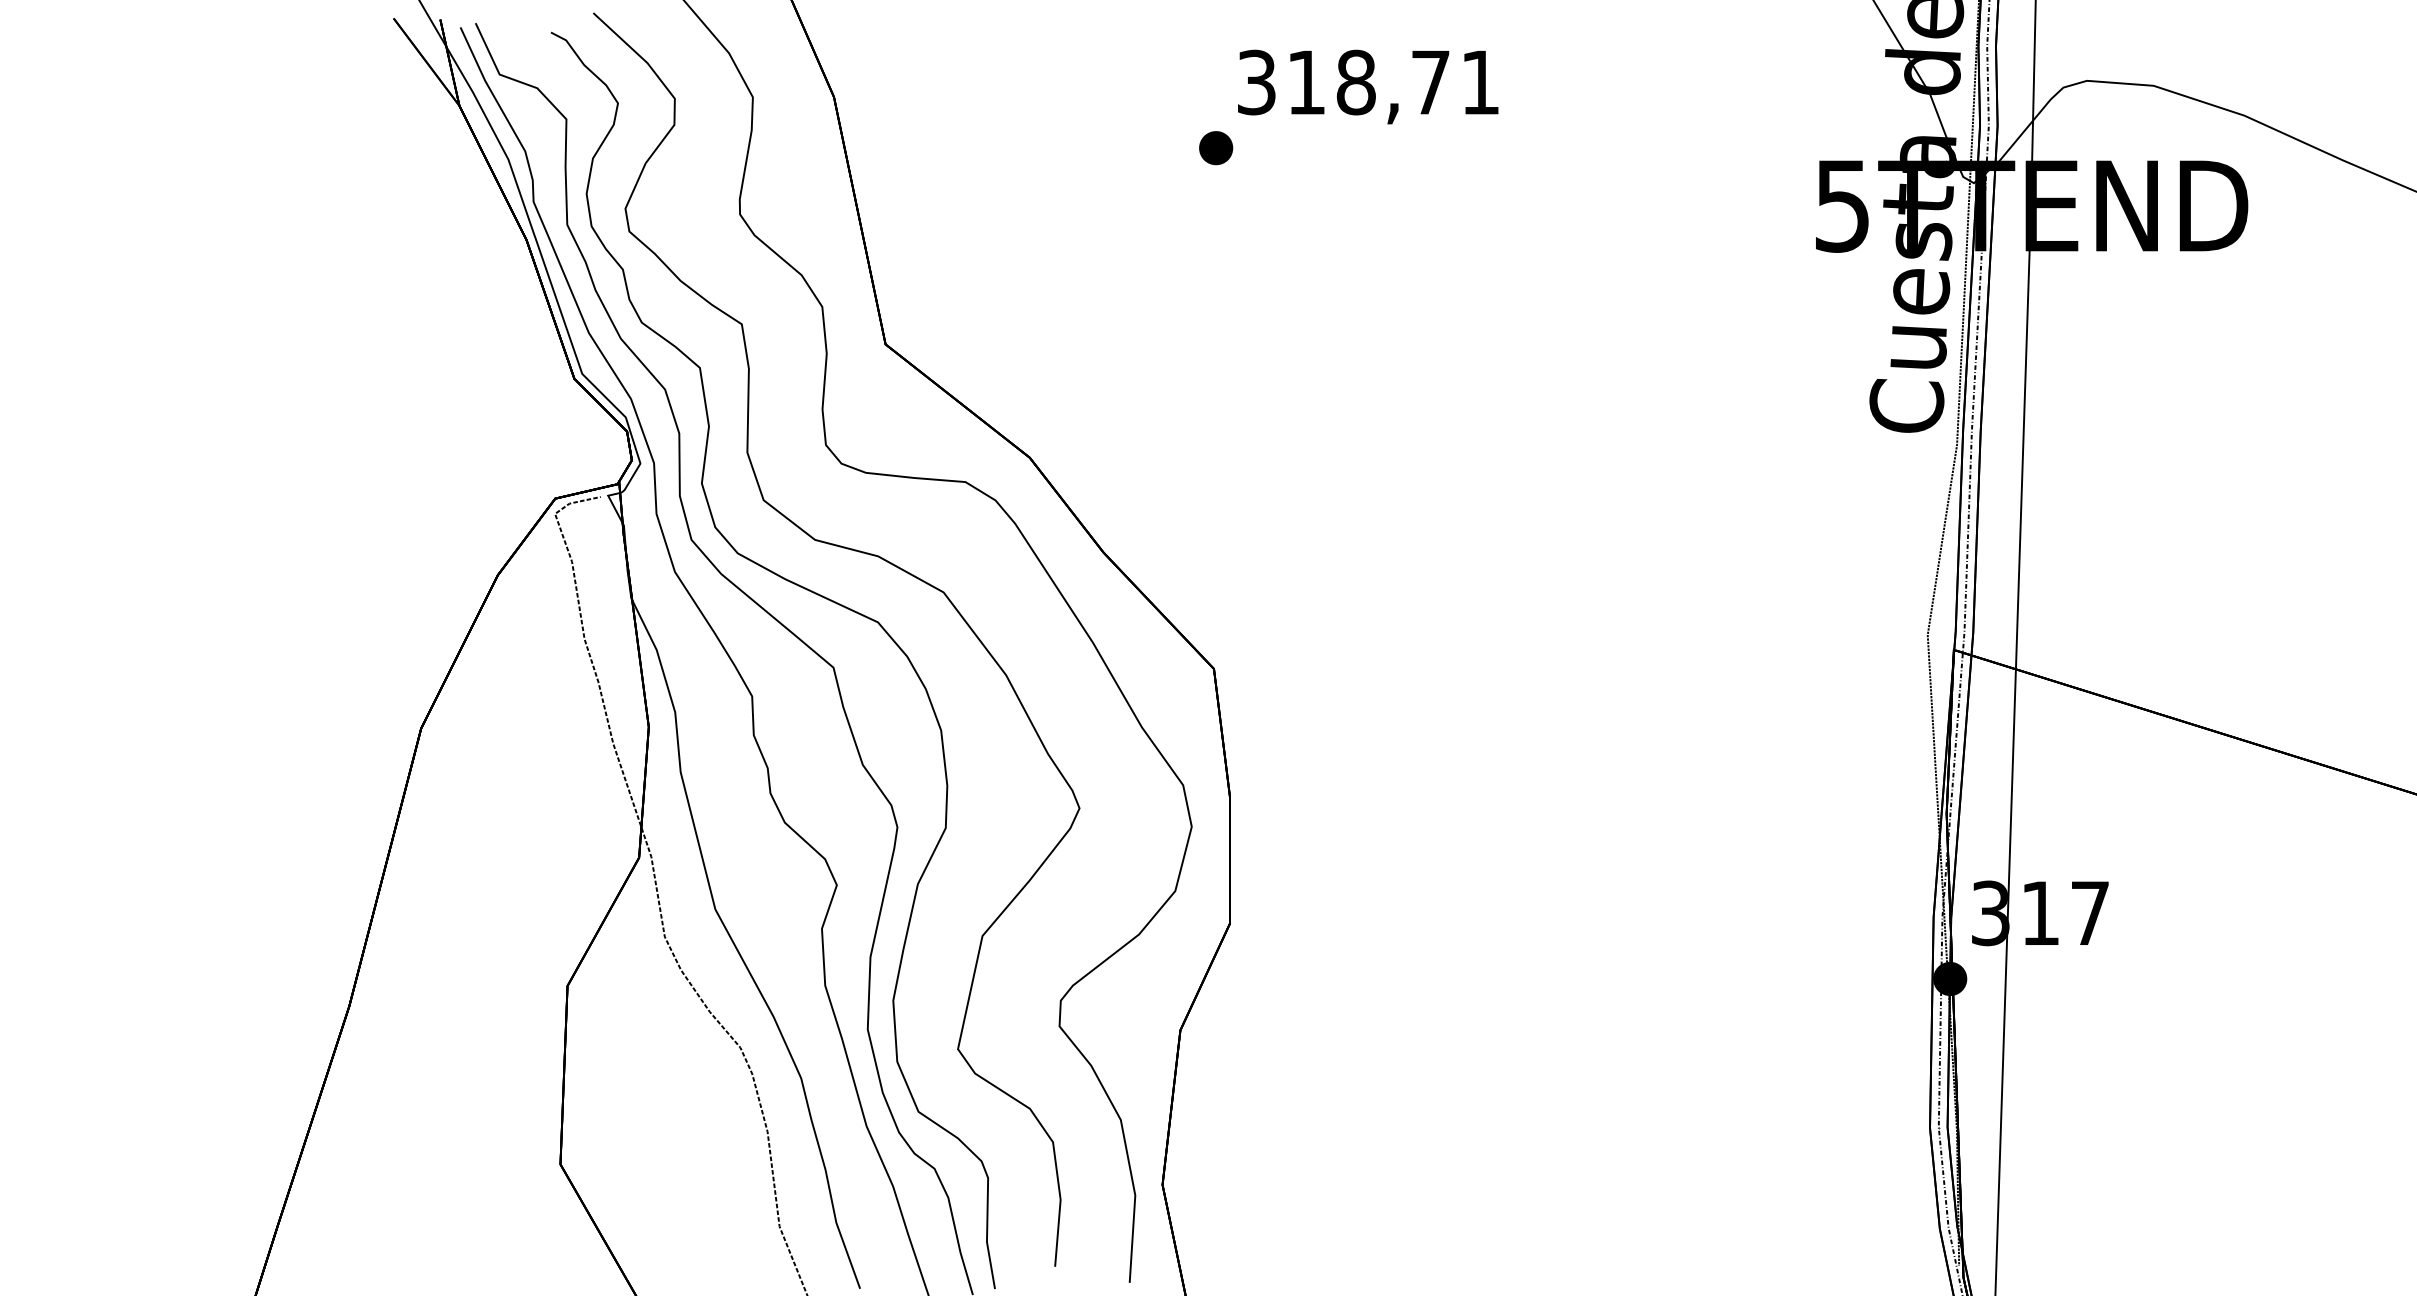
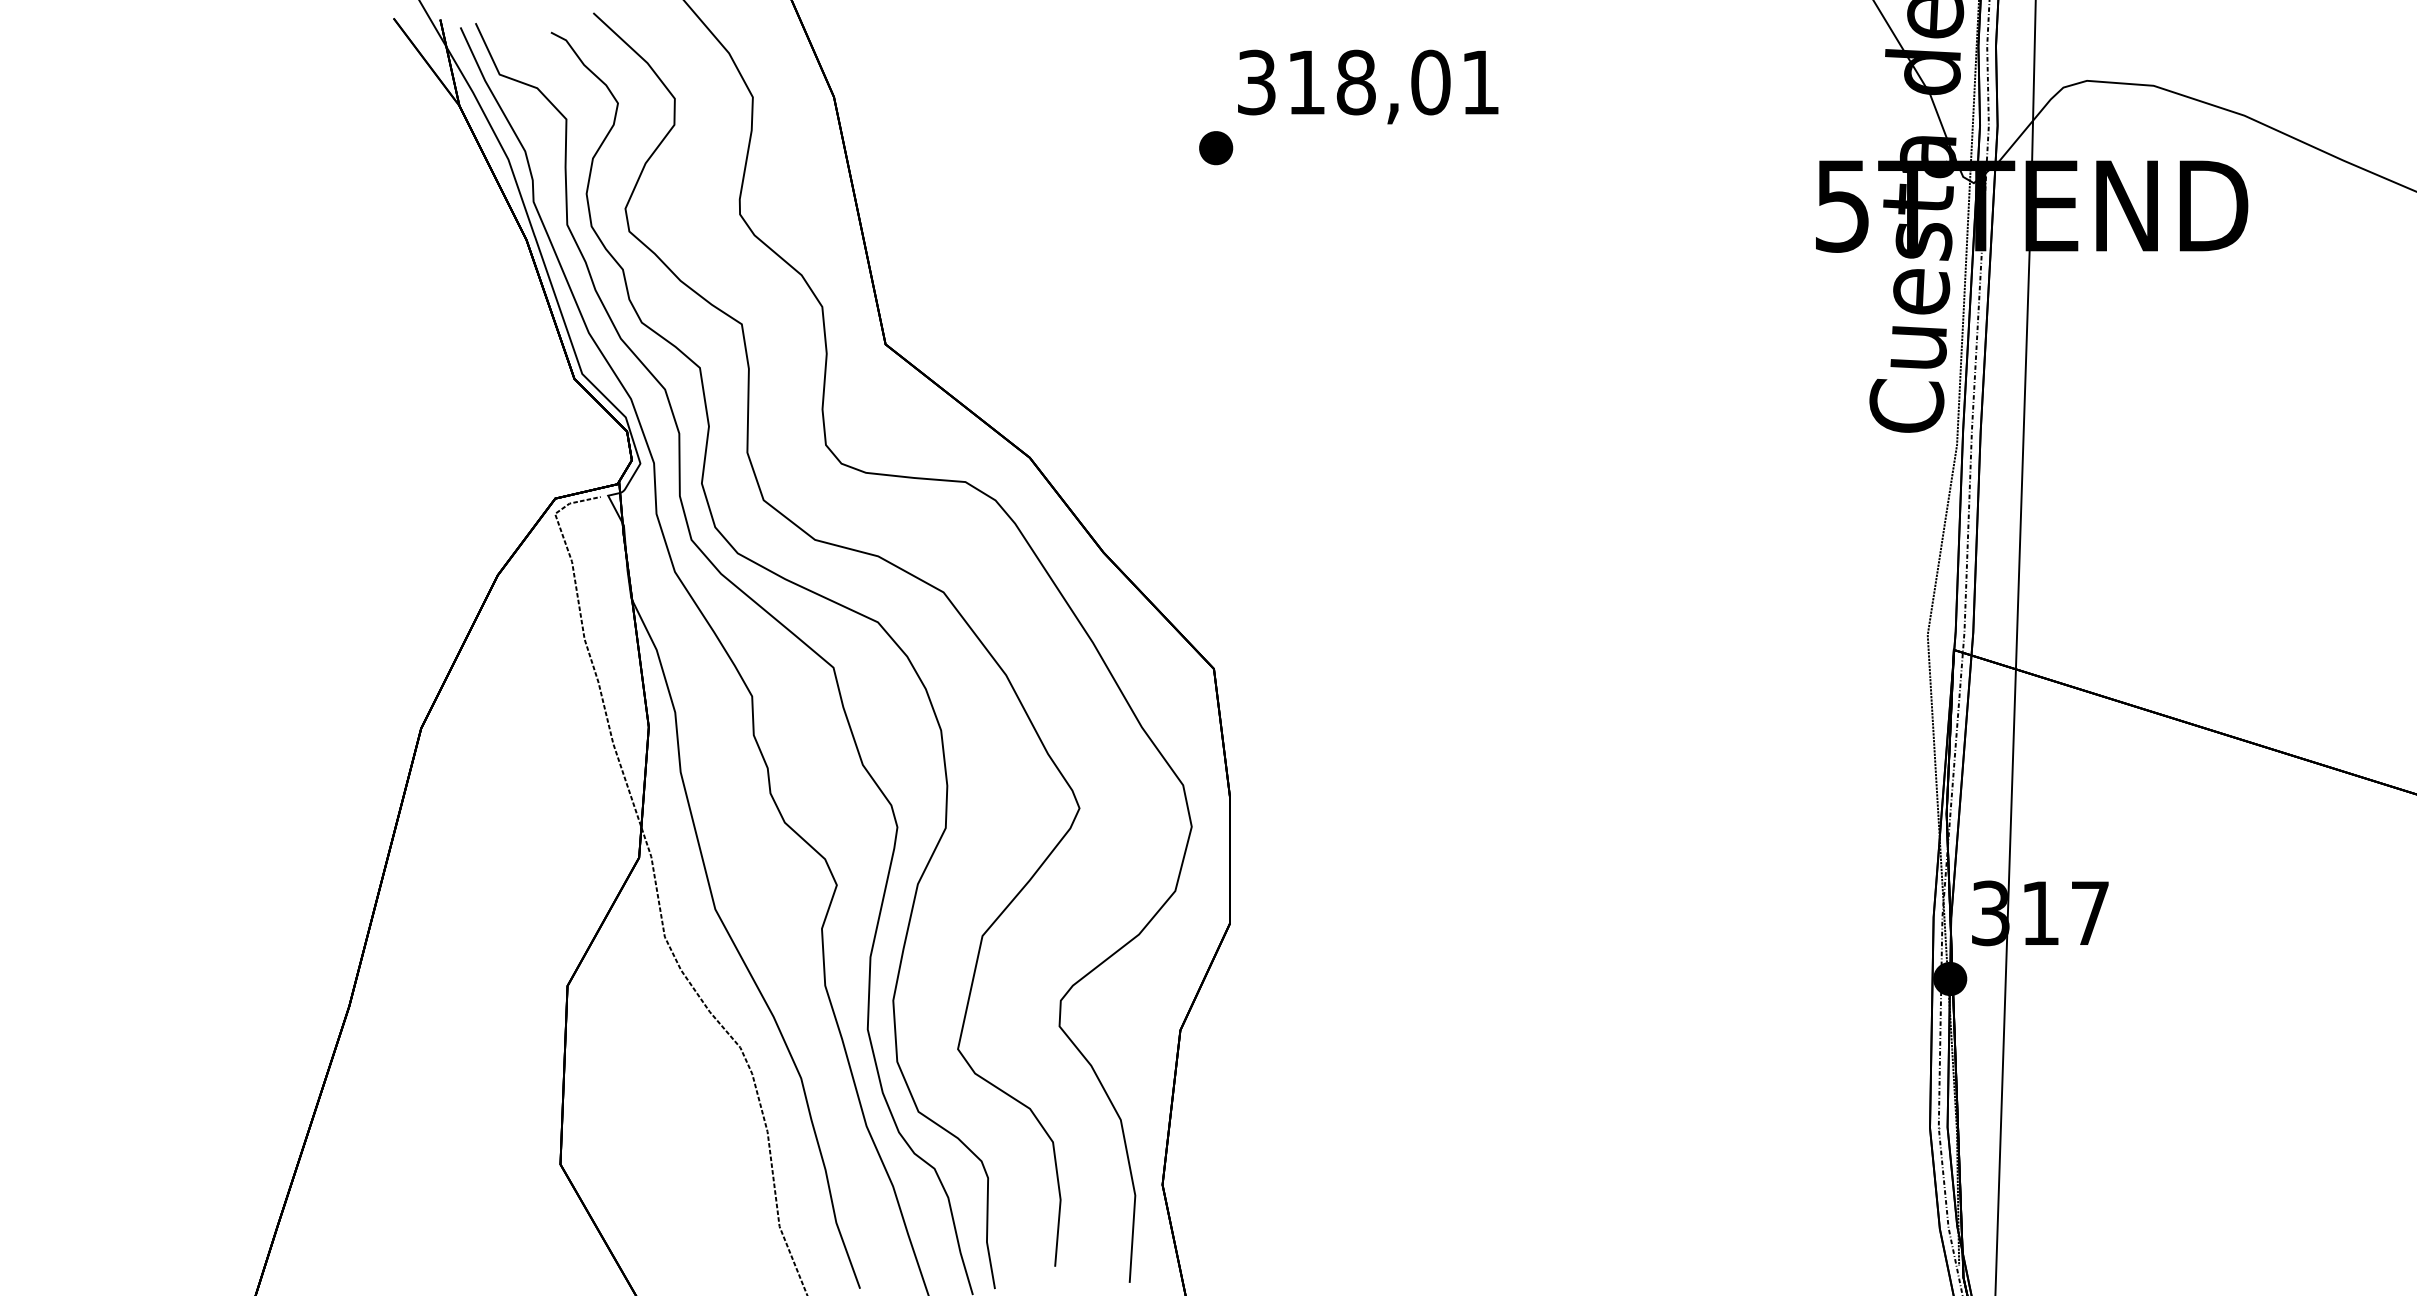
text at (1430, 82): 318,71 -> 318,01
